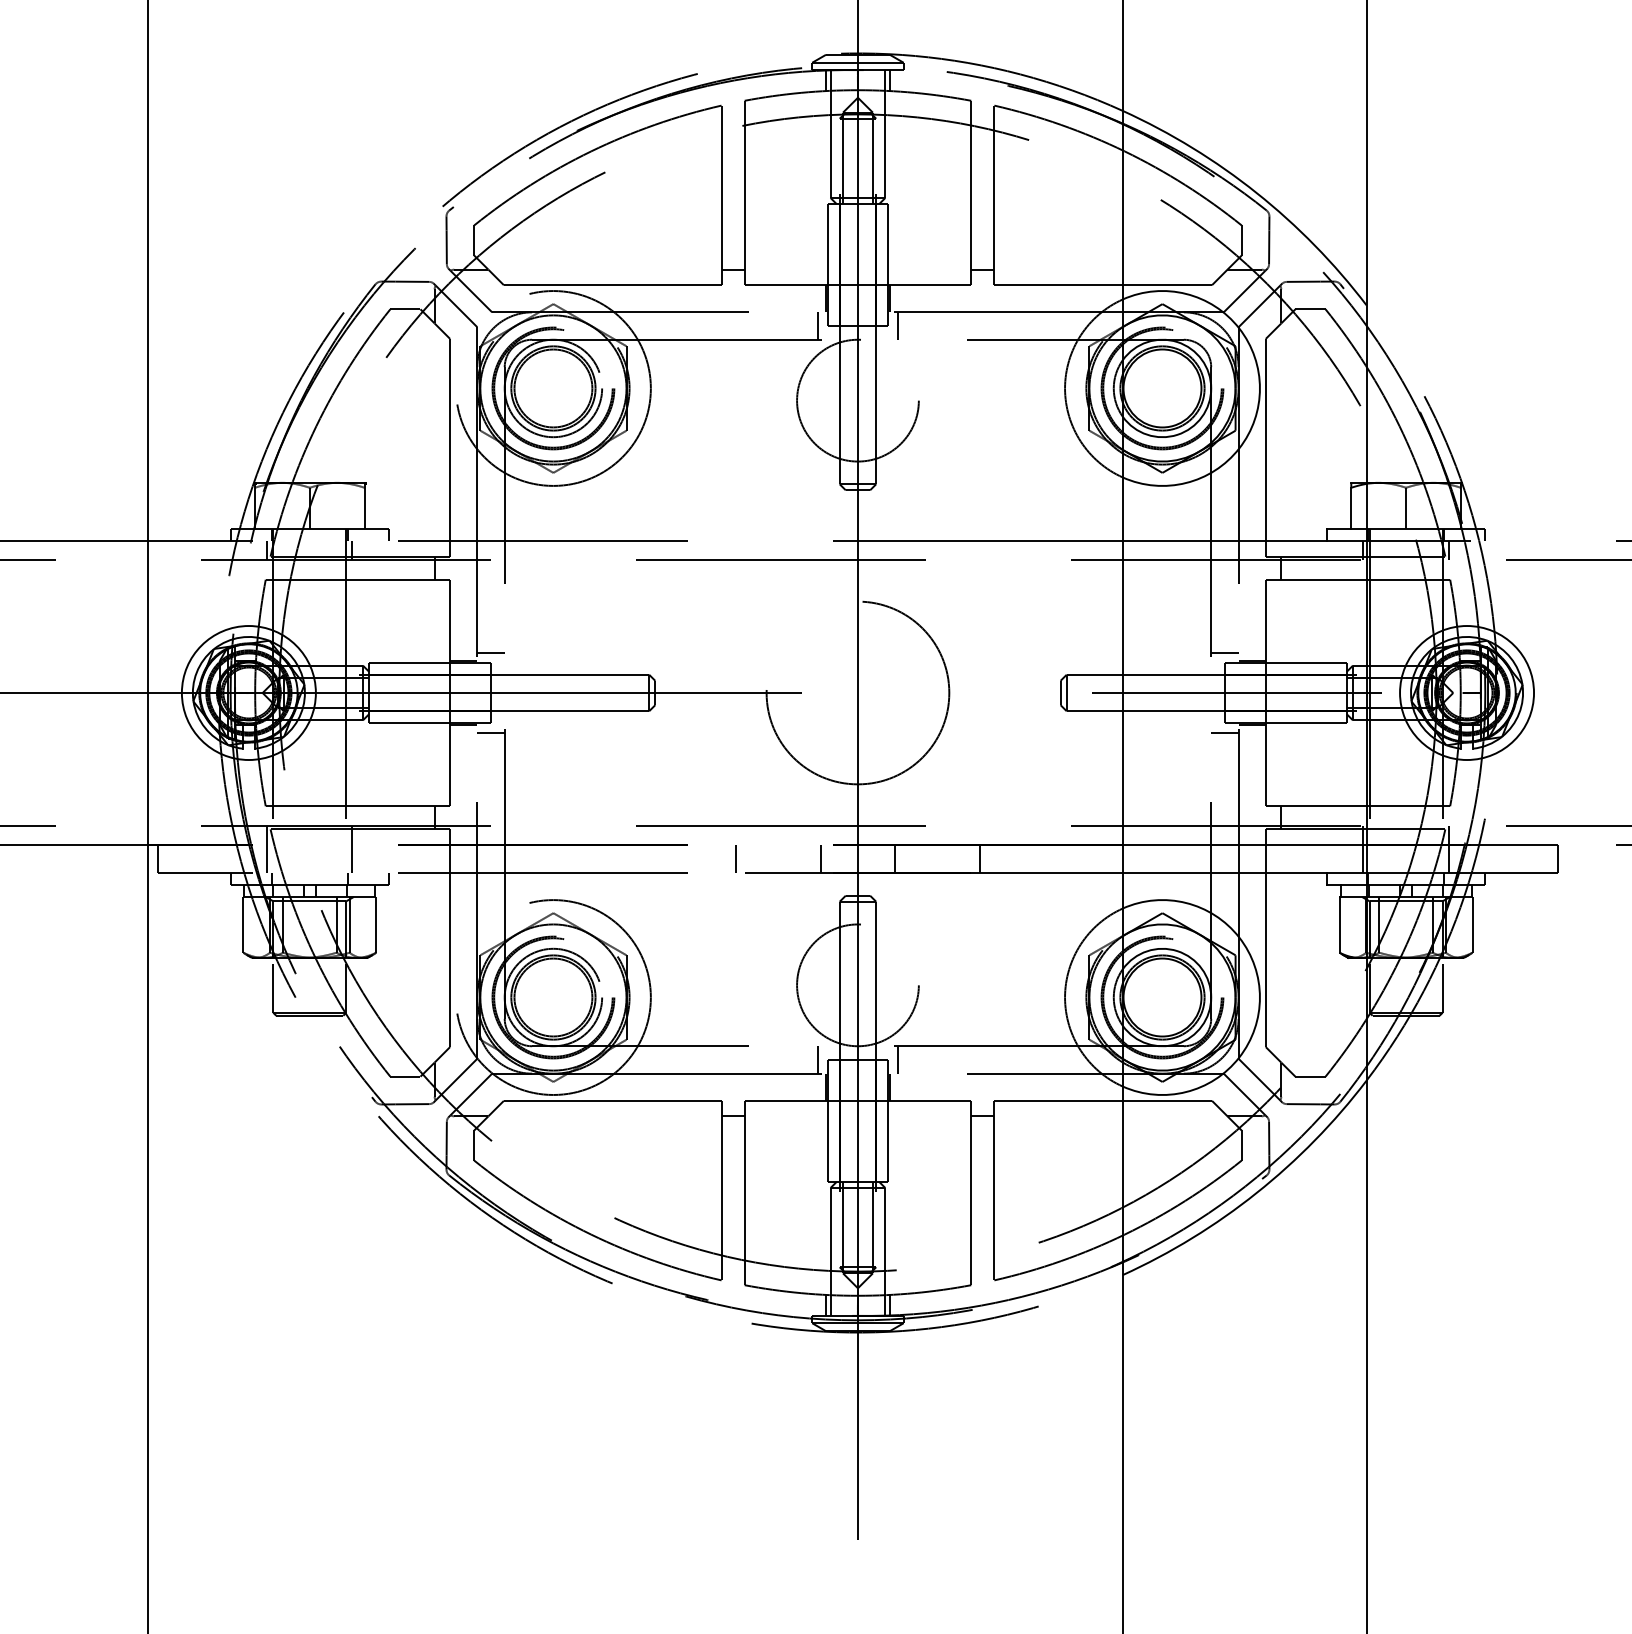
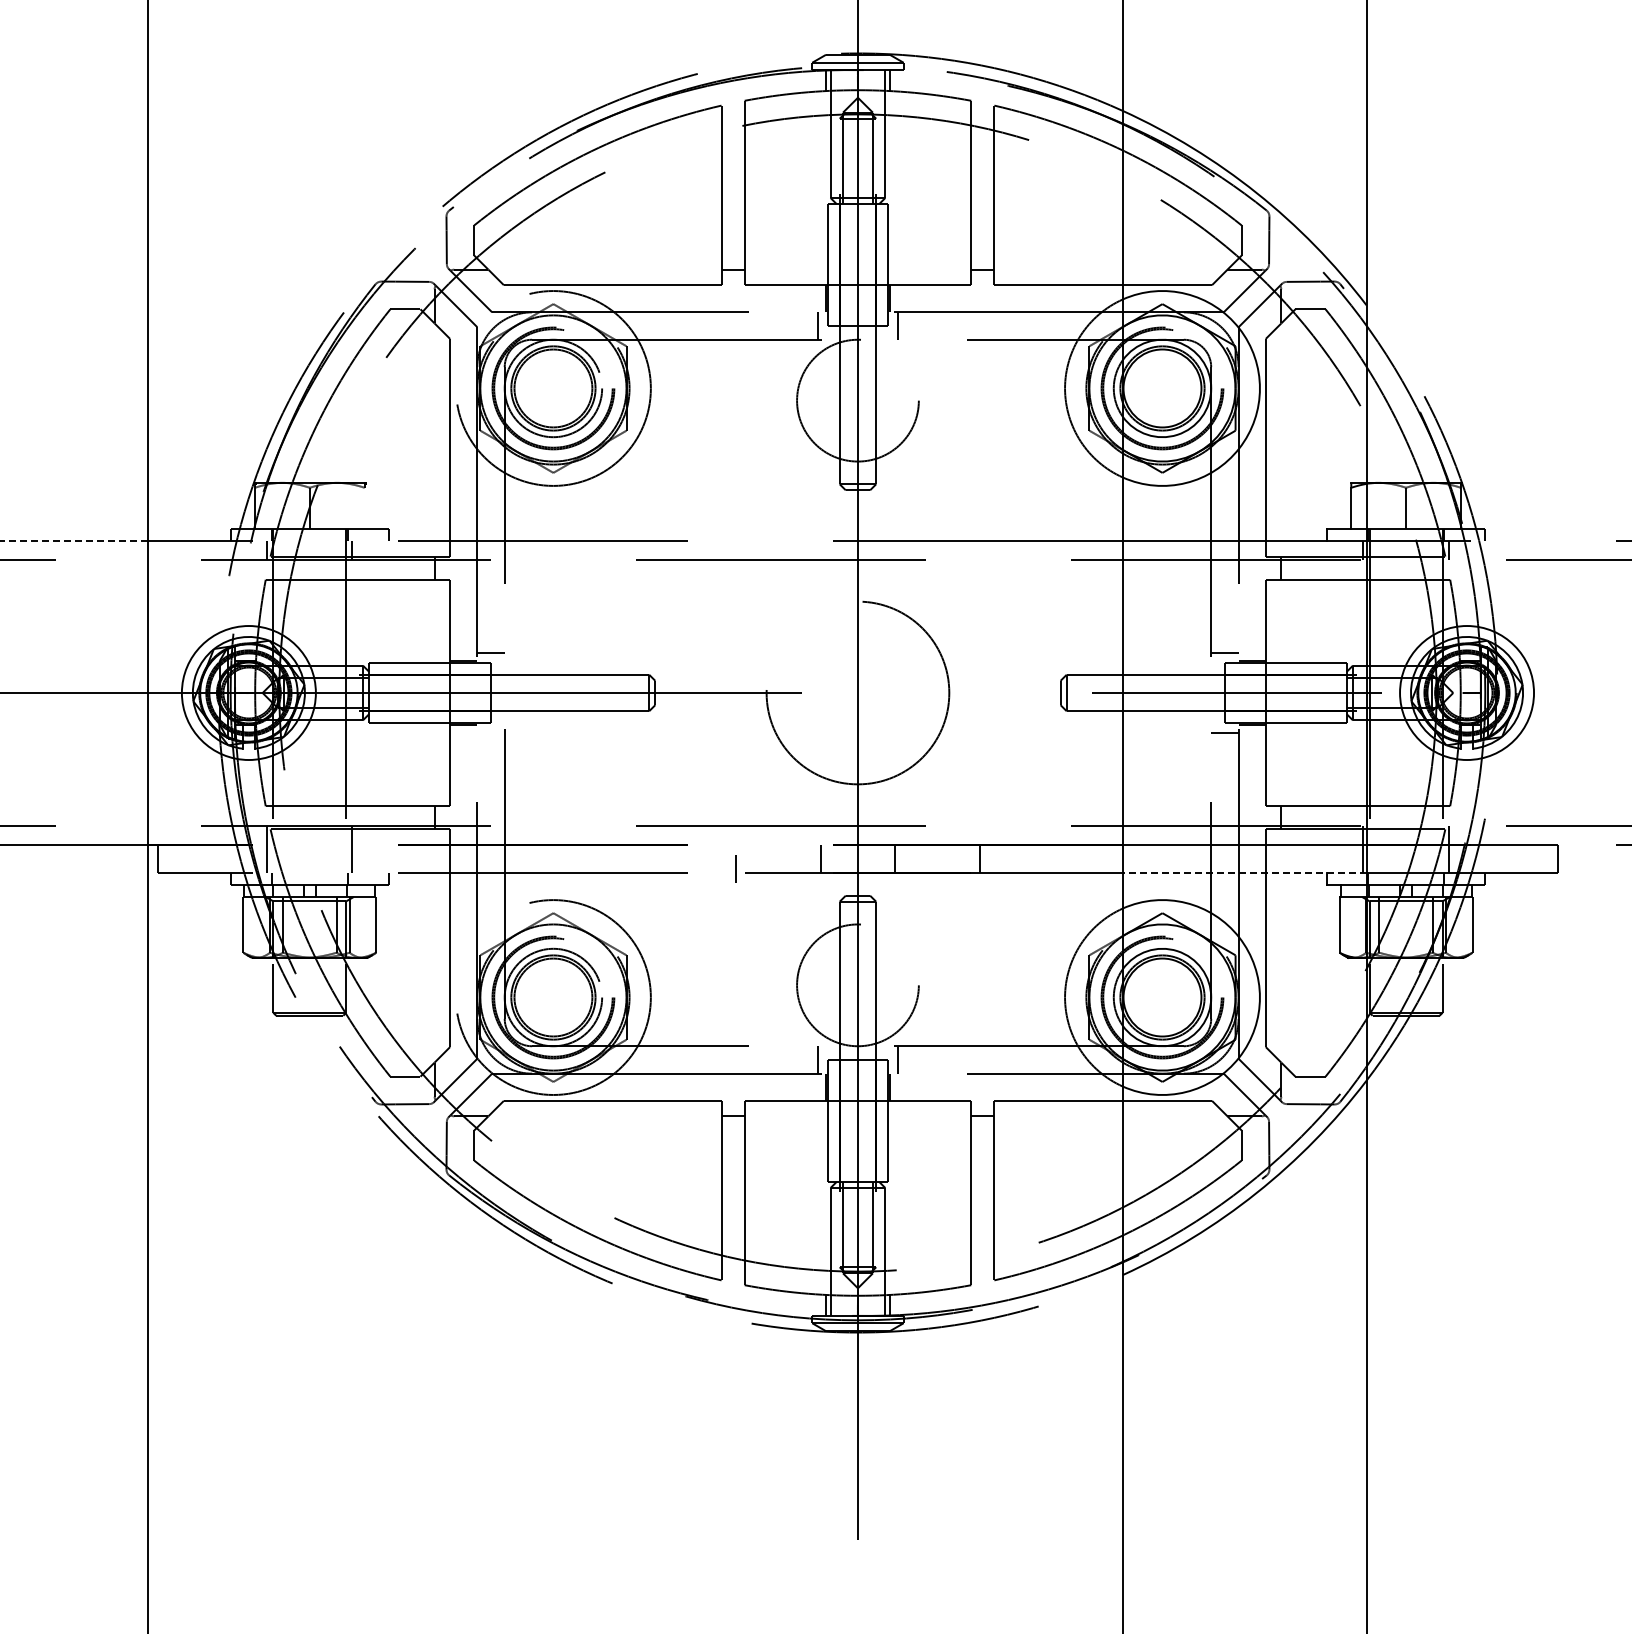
line at (364, 507): present -> none
line at (74, 540): solid -> dashed
line at (490, 732): present -> none
line at (735, 858) position: (735, 858) -> (735, 868)
line at (1244, 872): solid -> dashed
